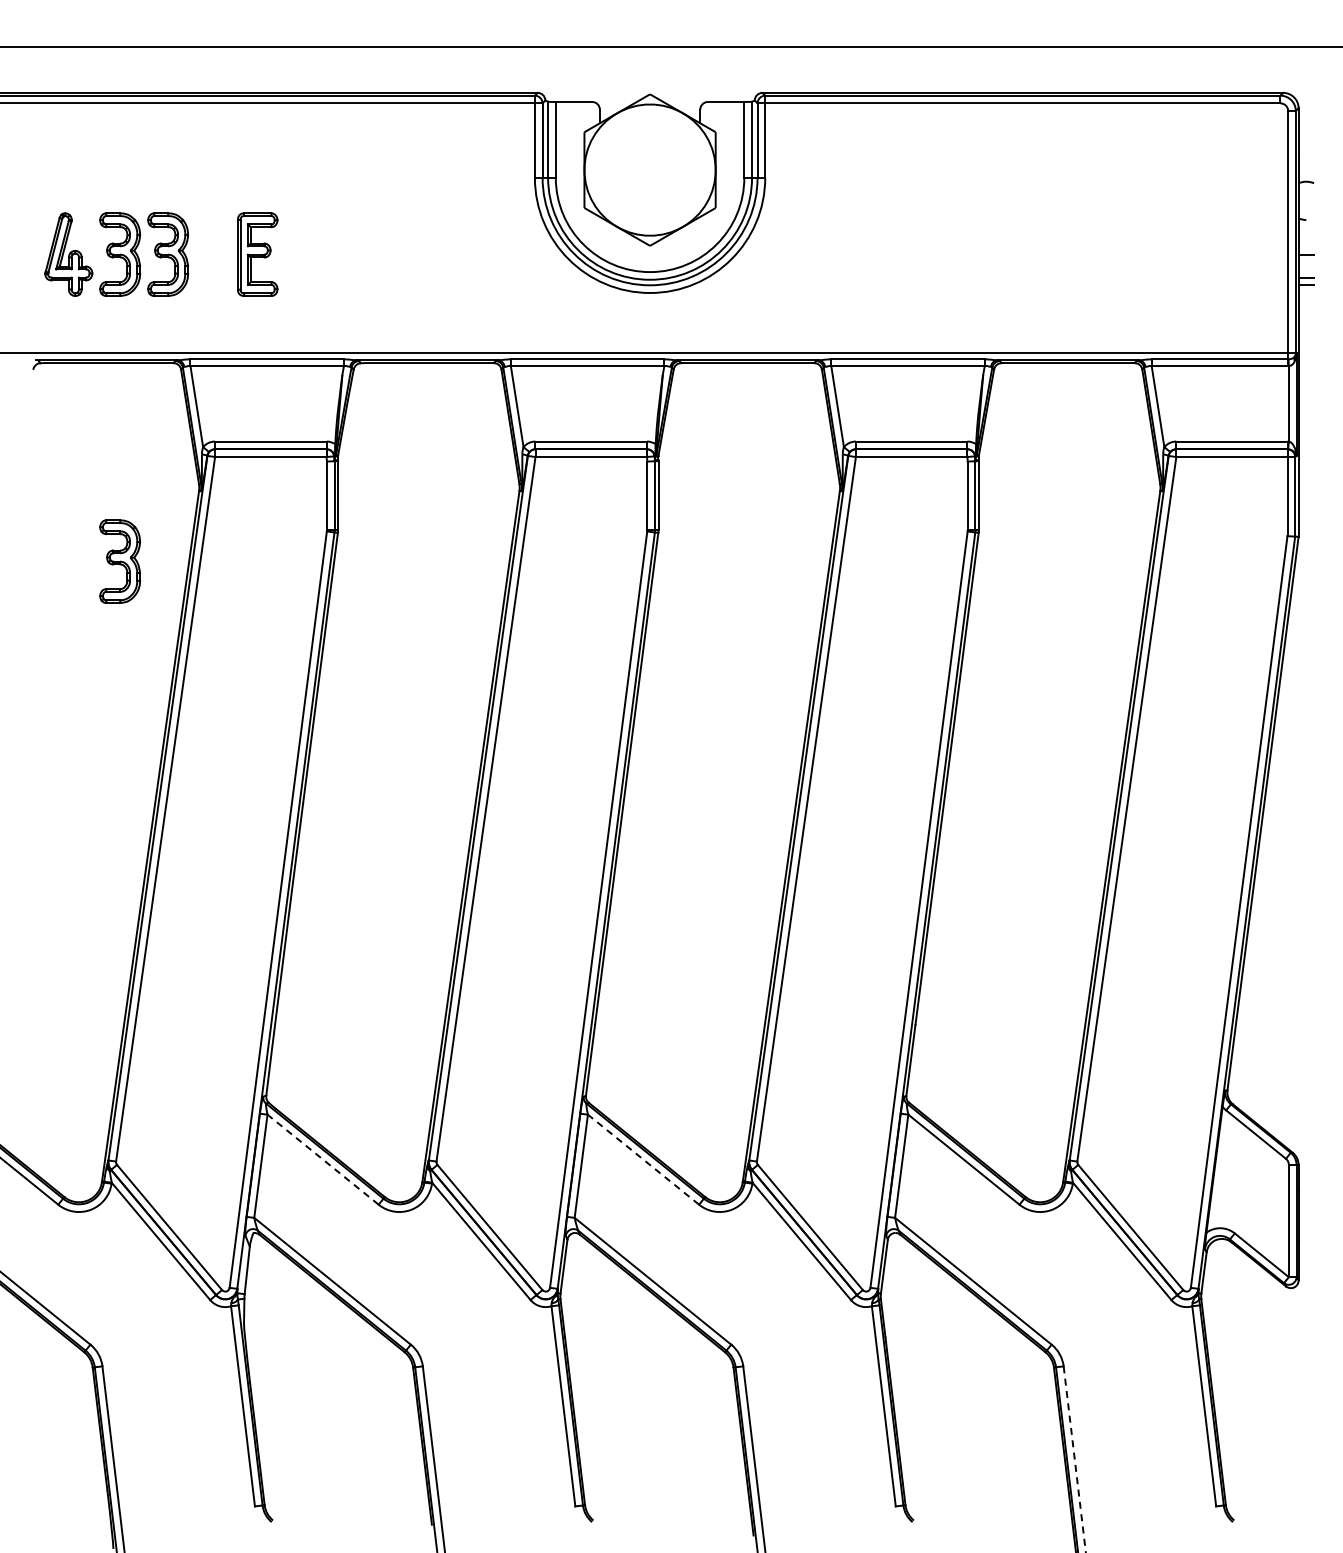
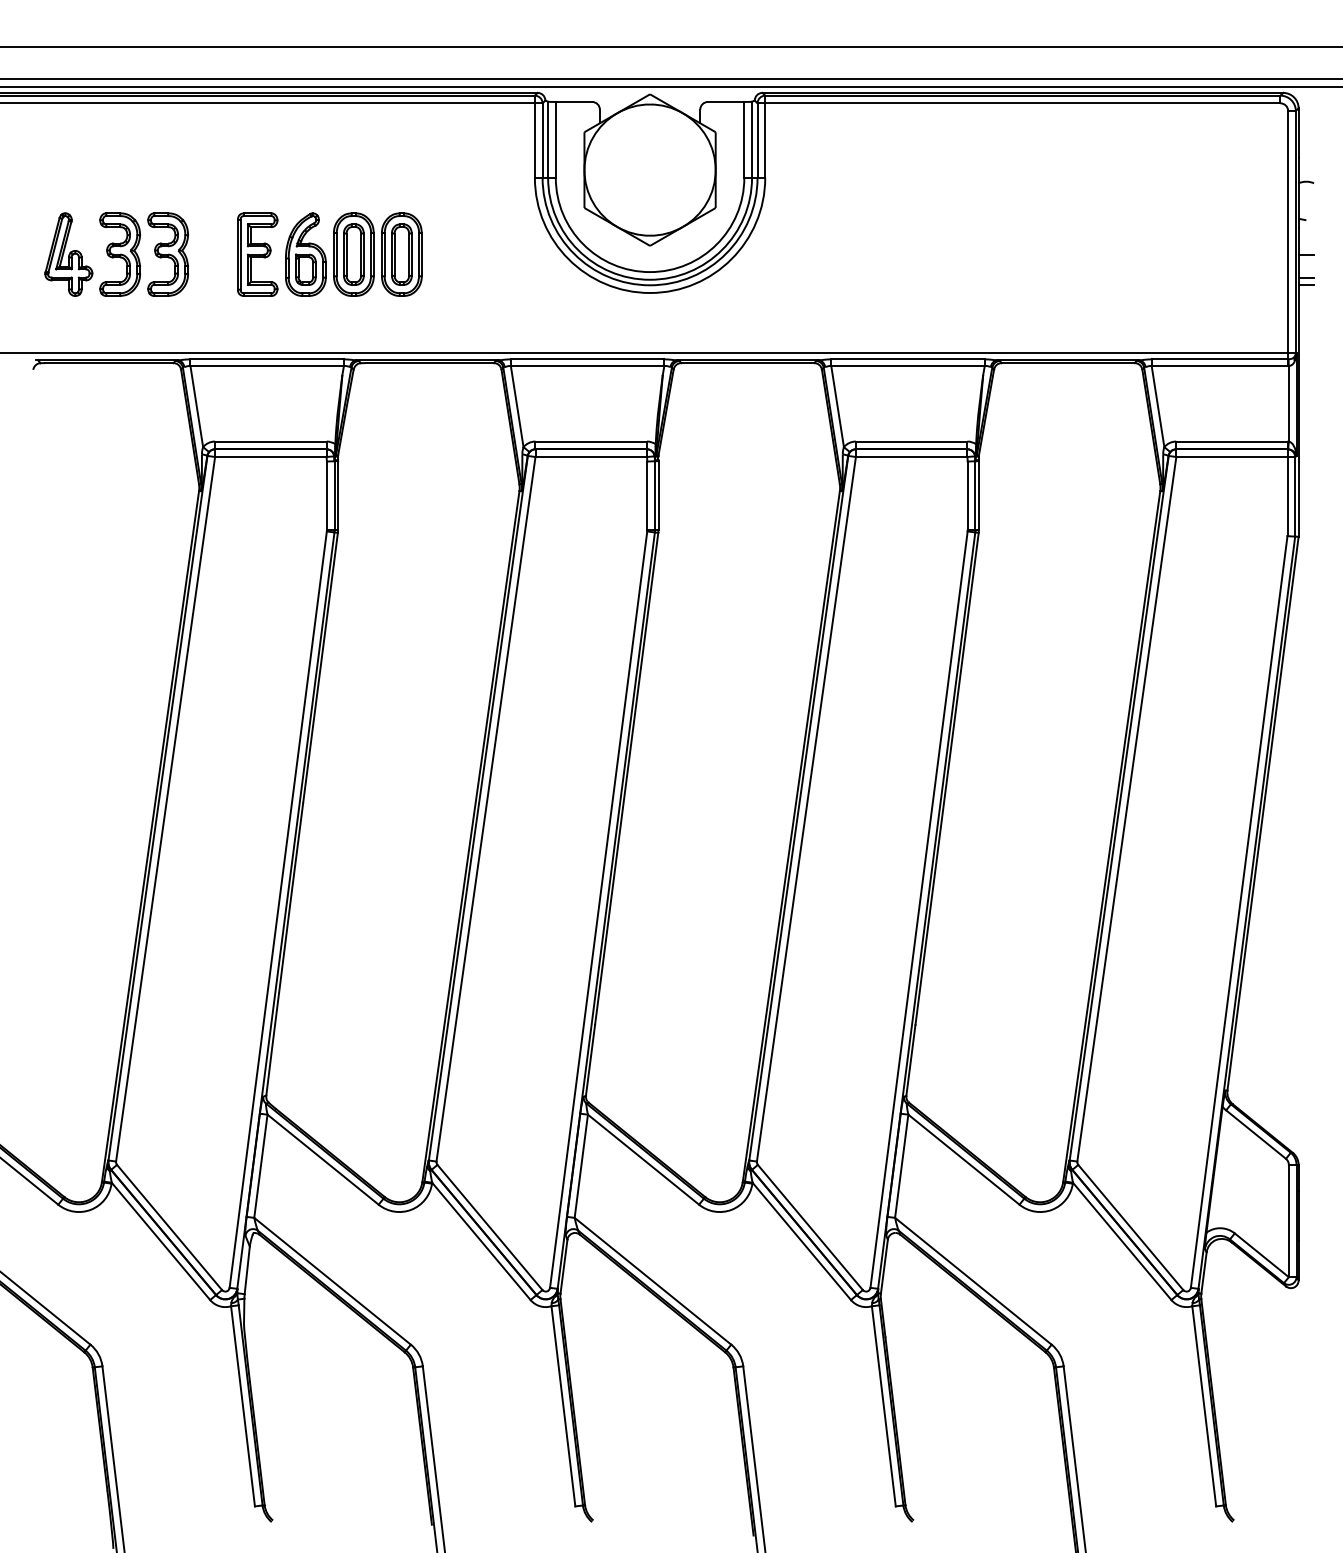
line at (670, 79): none -> present
line at (670, 86): none -> present
part at (353, 254): none -> present
part at (119, 561): present -> none
line at (323, 1159): dashed -> solid
line at (643, 1159): dashed -> solid
line at (1074, 1459): dashed -> solid
